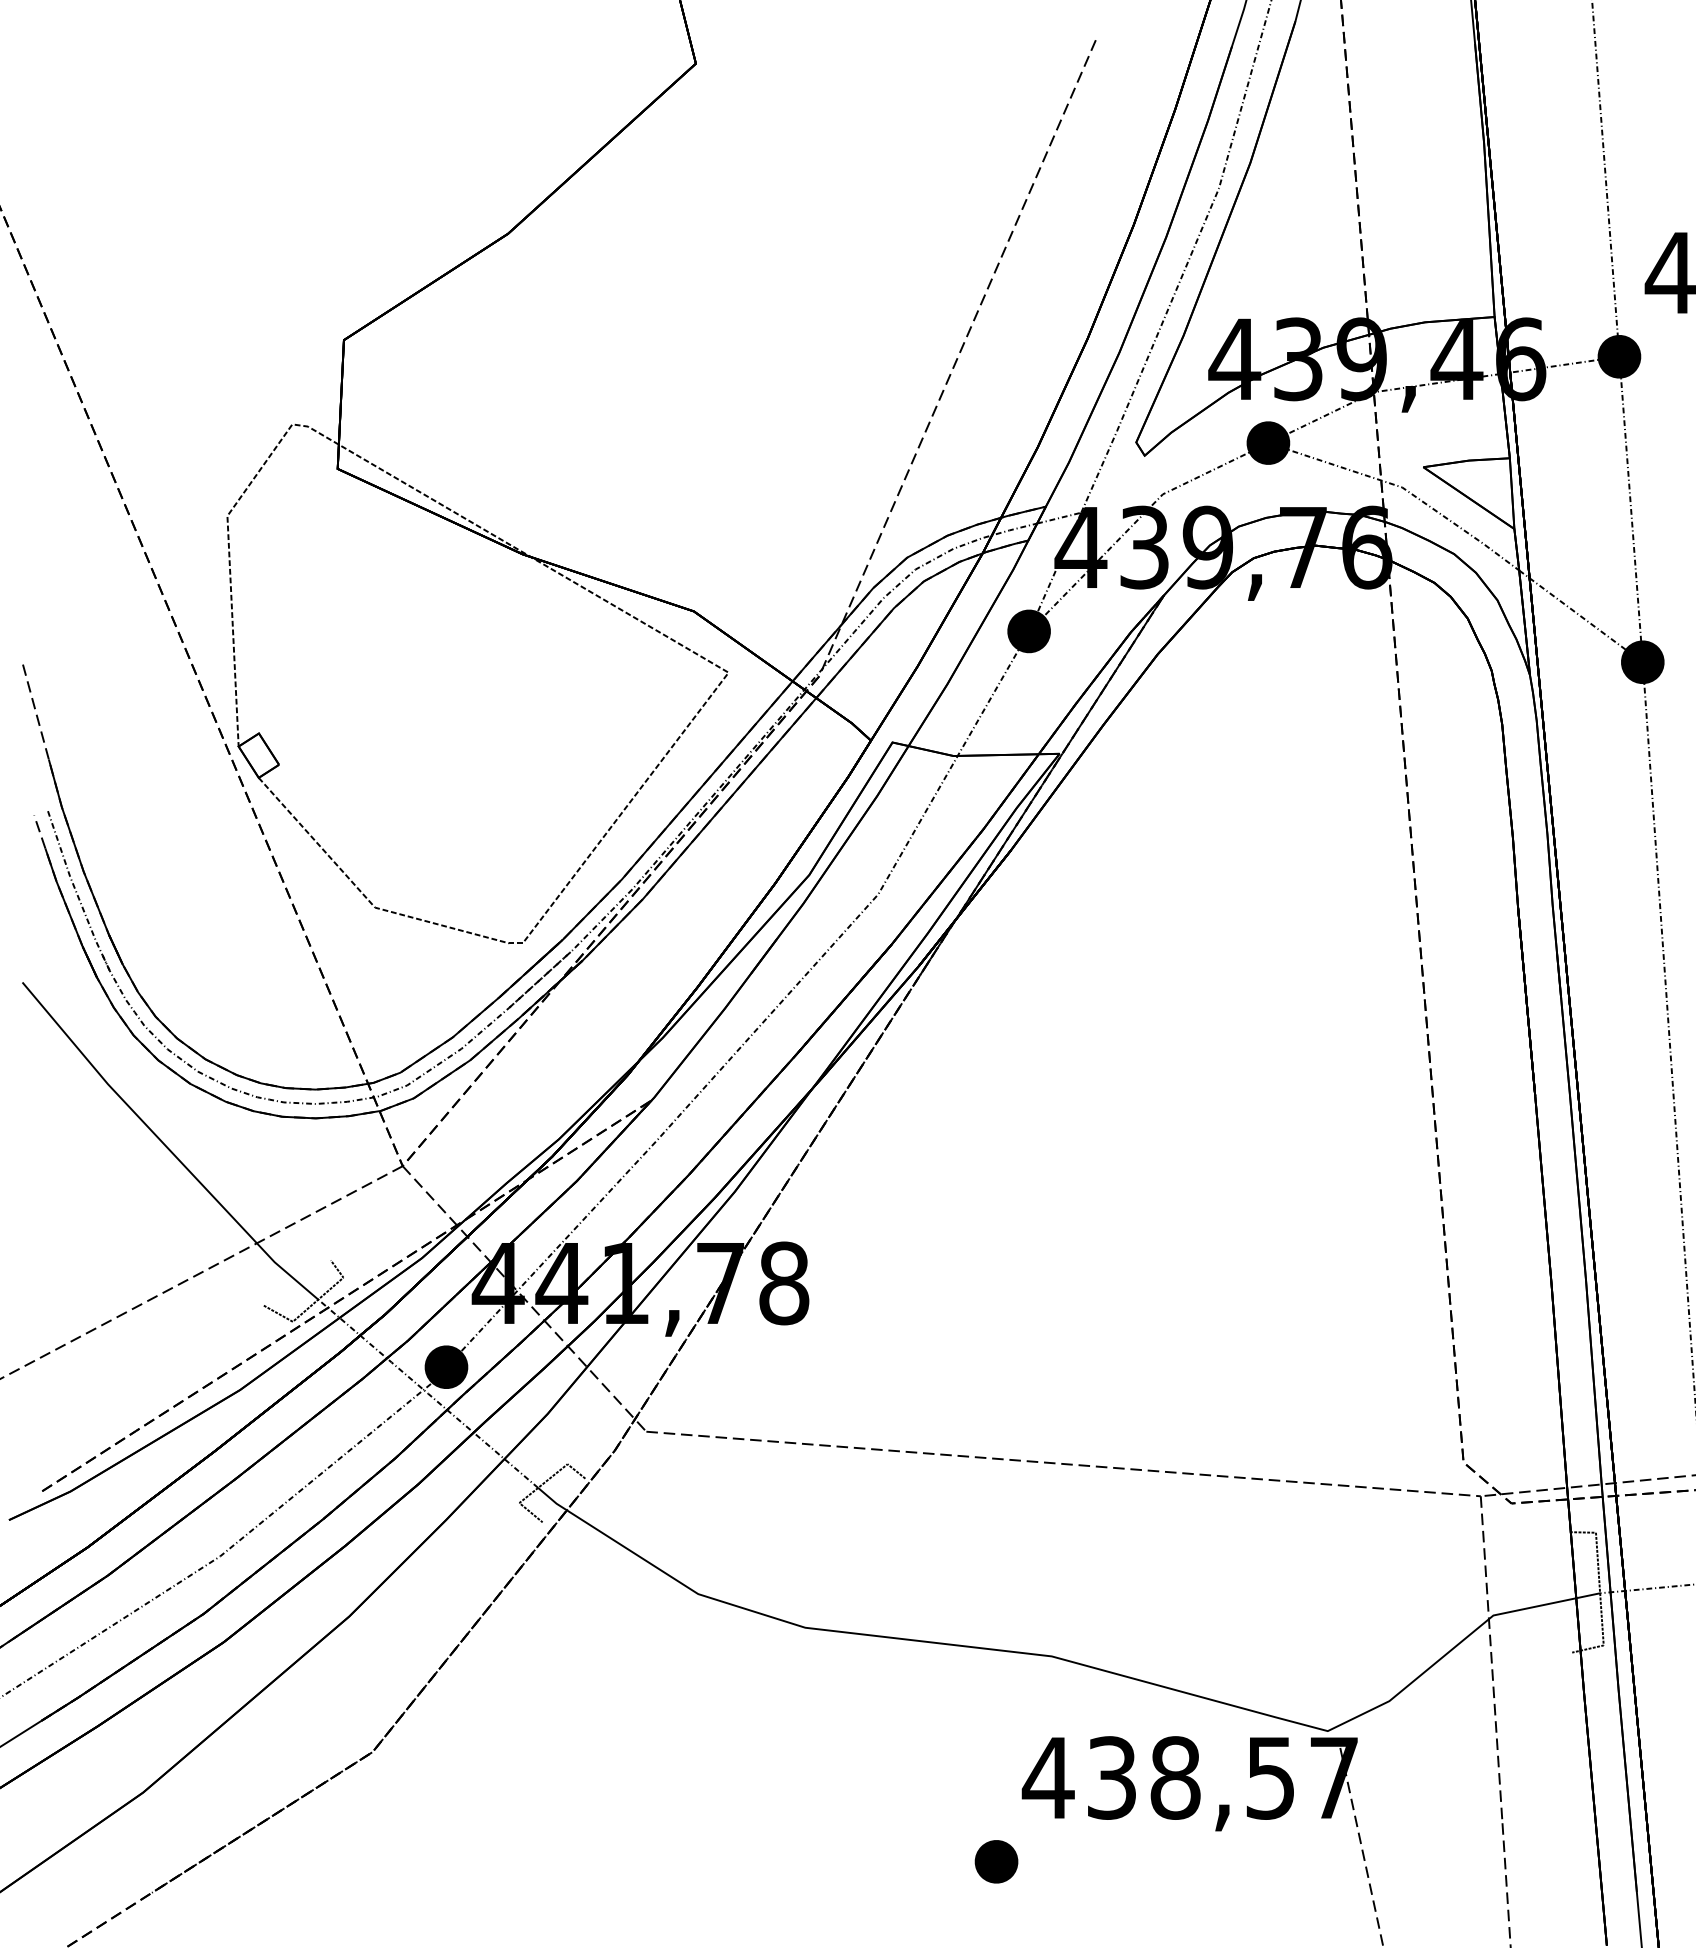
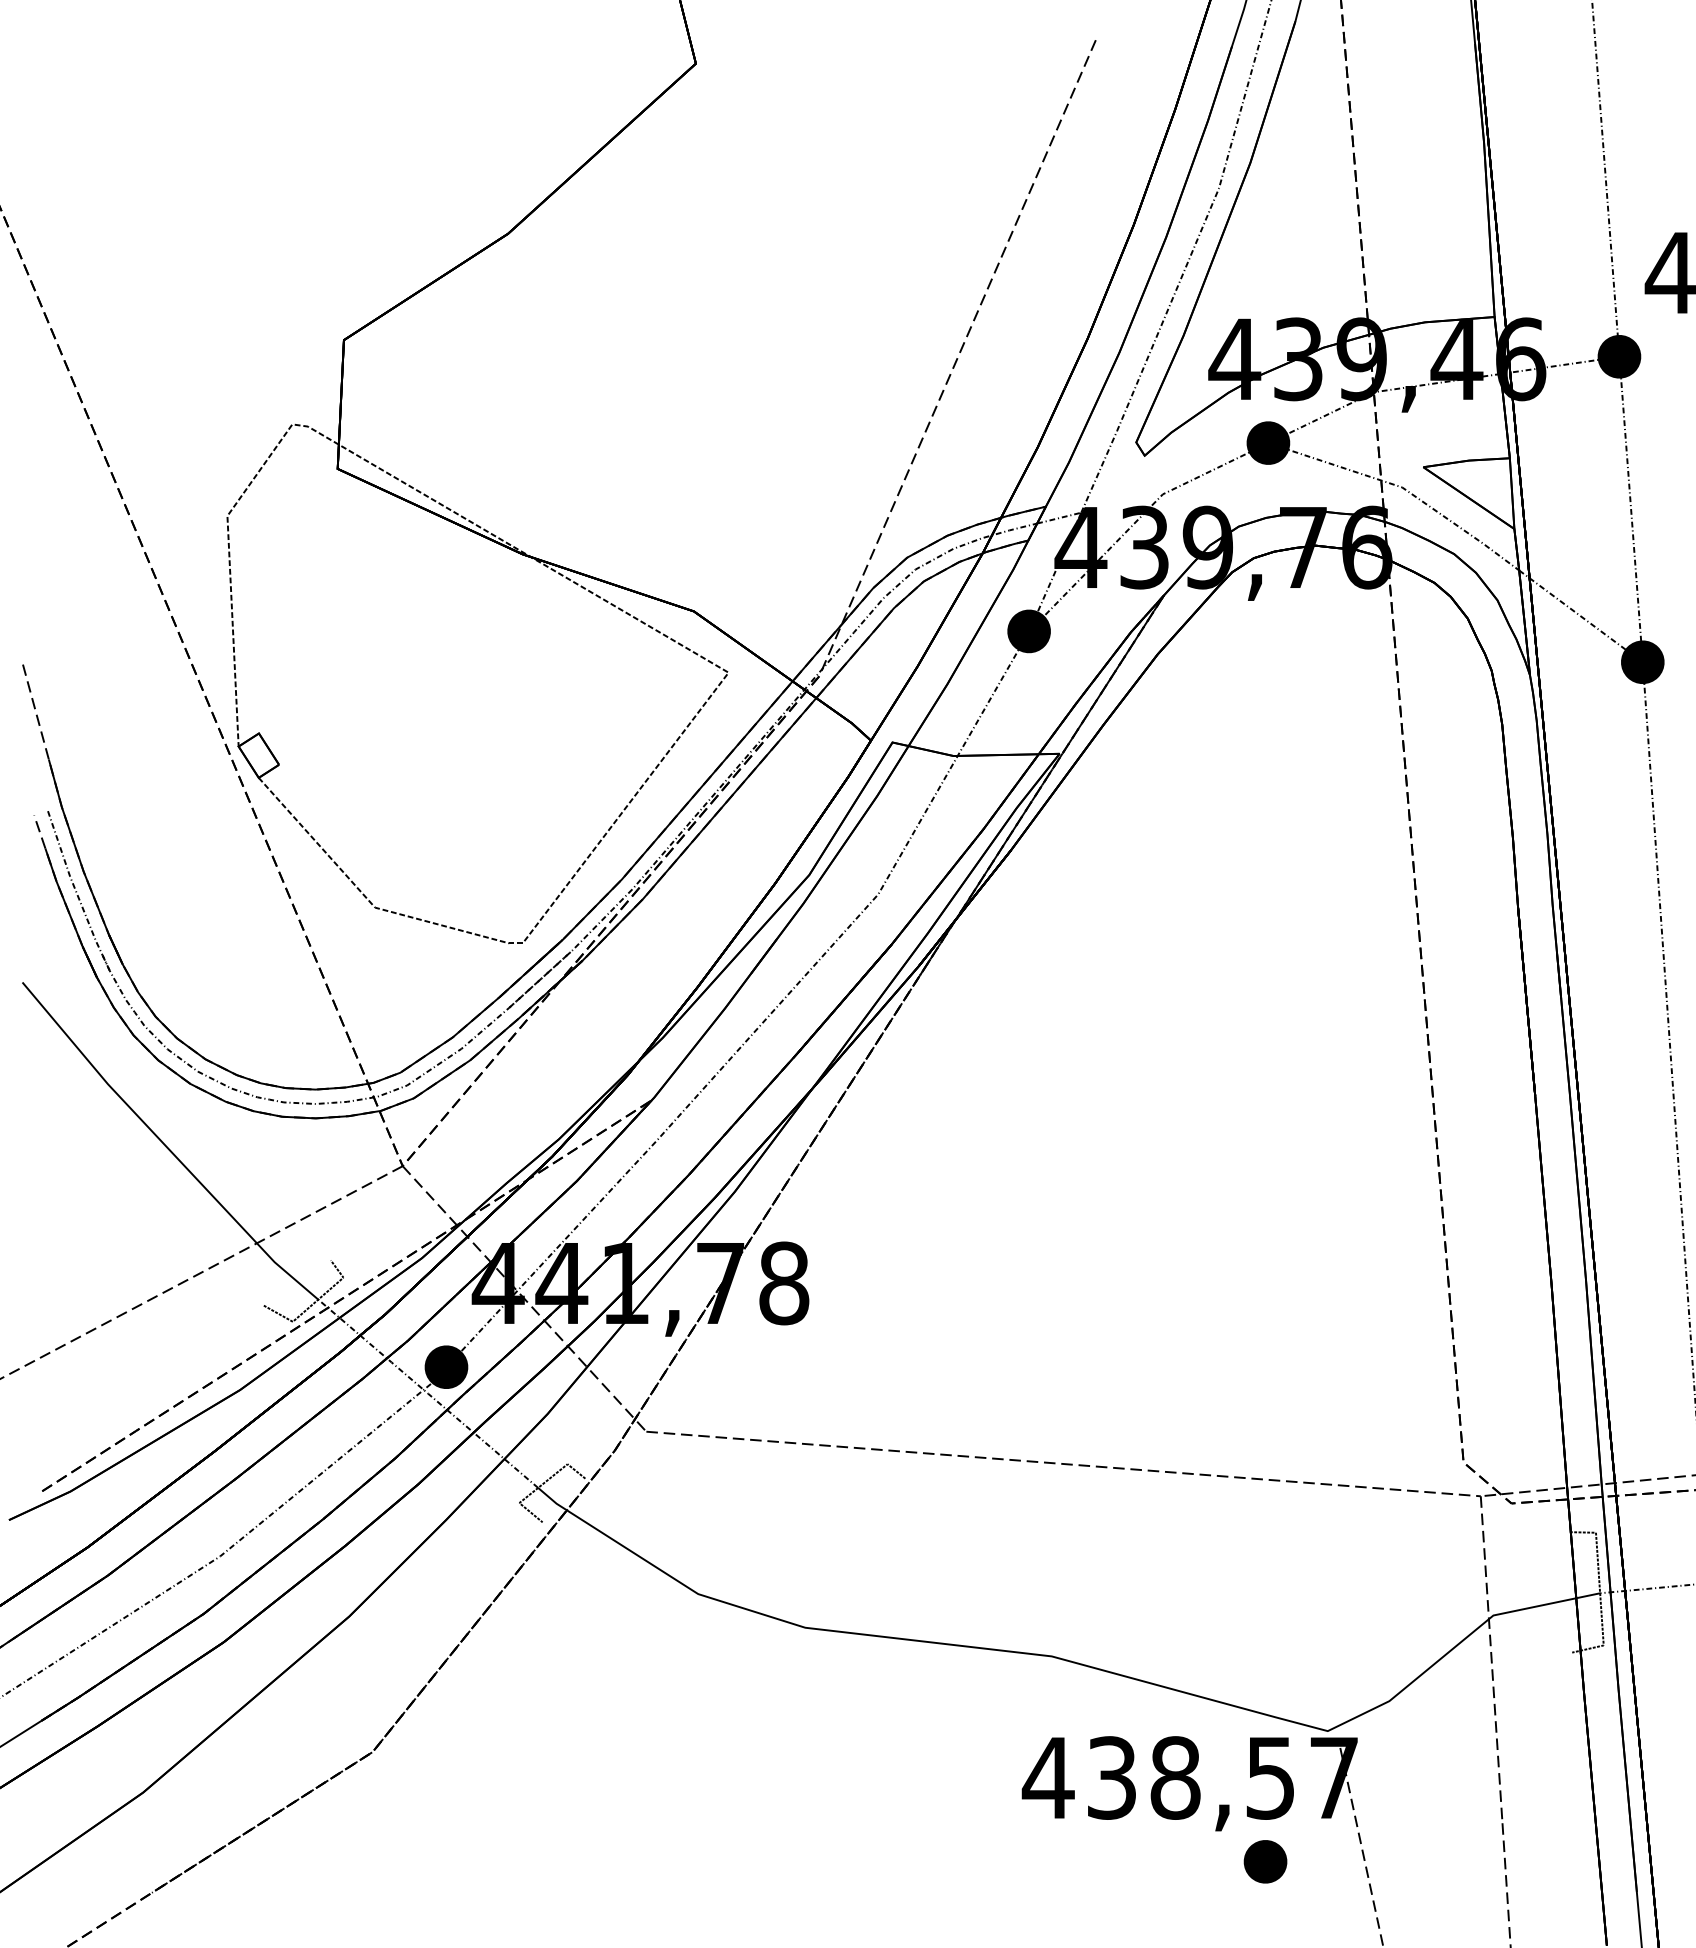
part at (996, 1861) position: (996, 1861) -> (1265, 1861)
